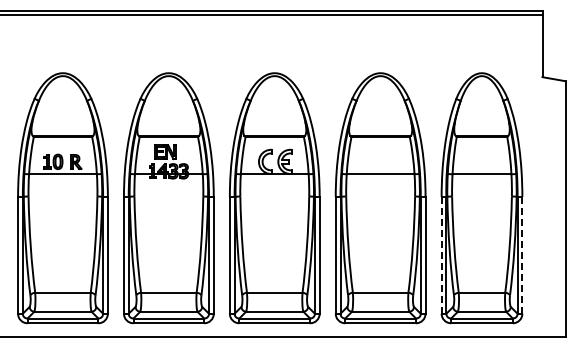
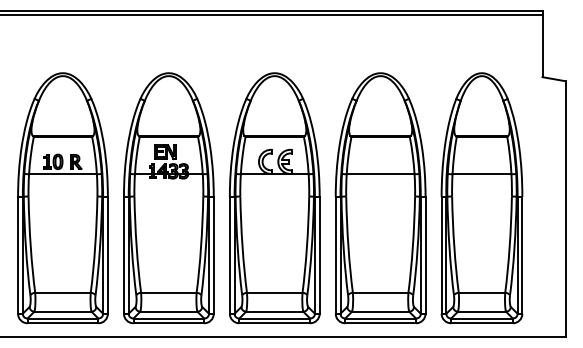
line at (441, 254): dashed -> solid
line at (522, 255): dashed -> solid
